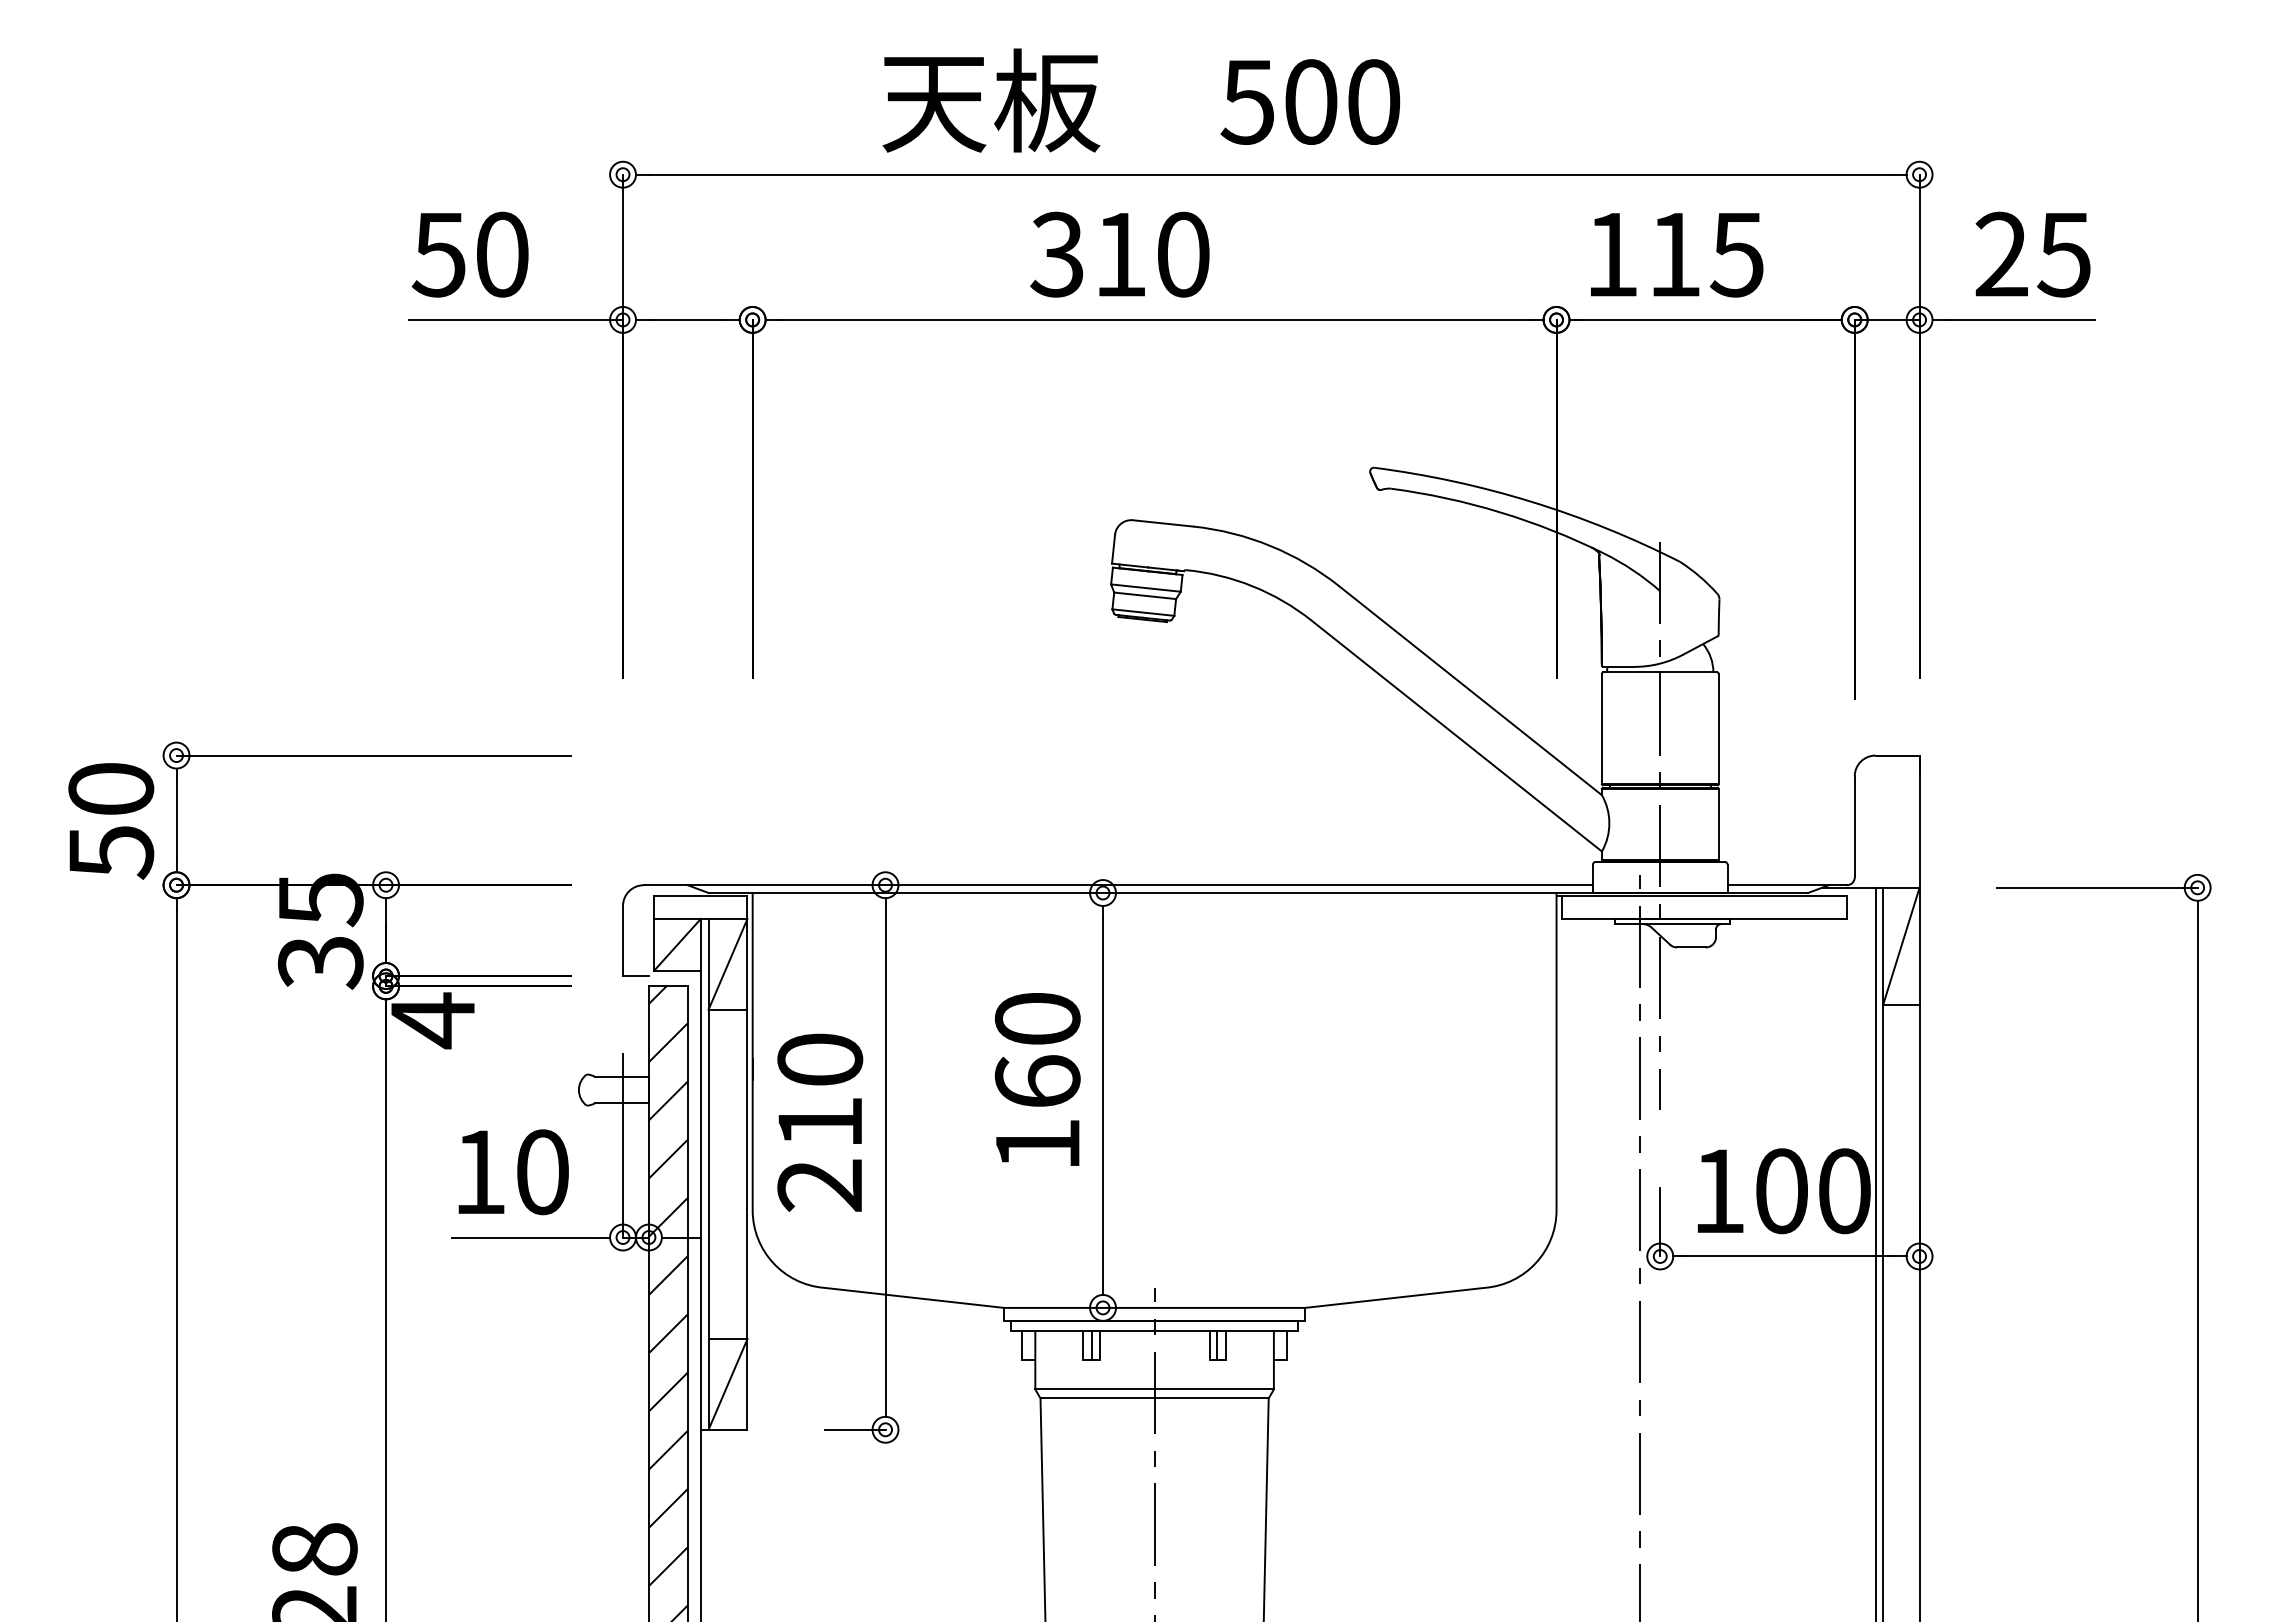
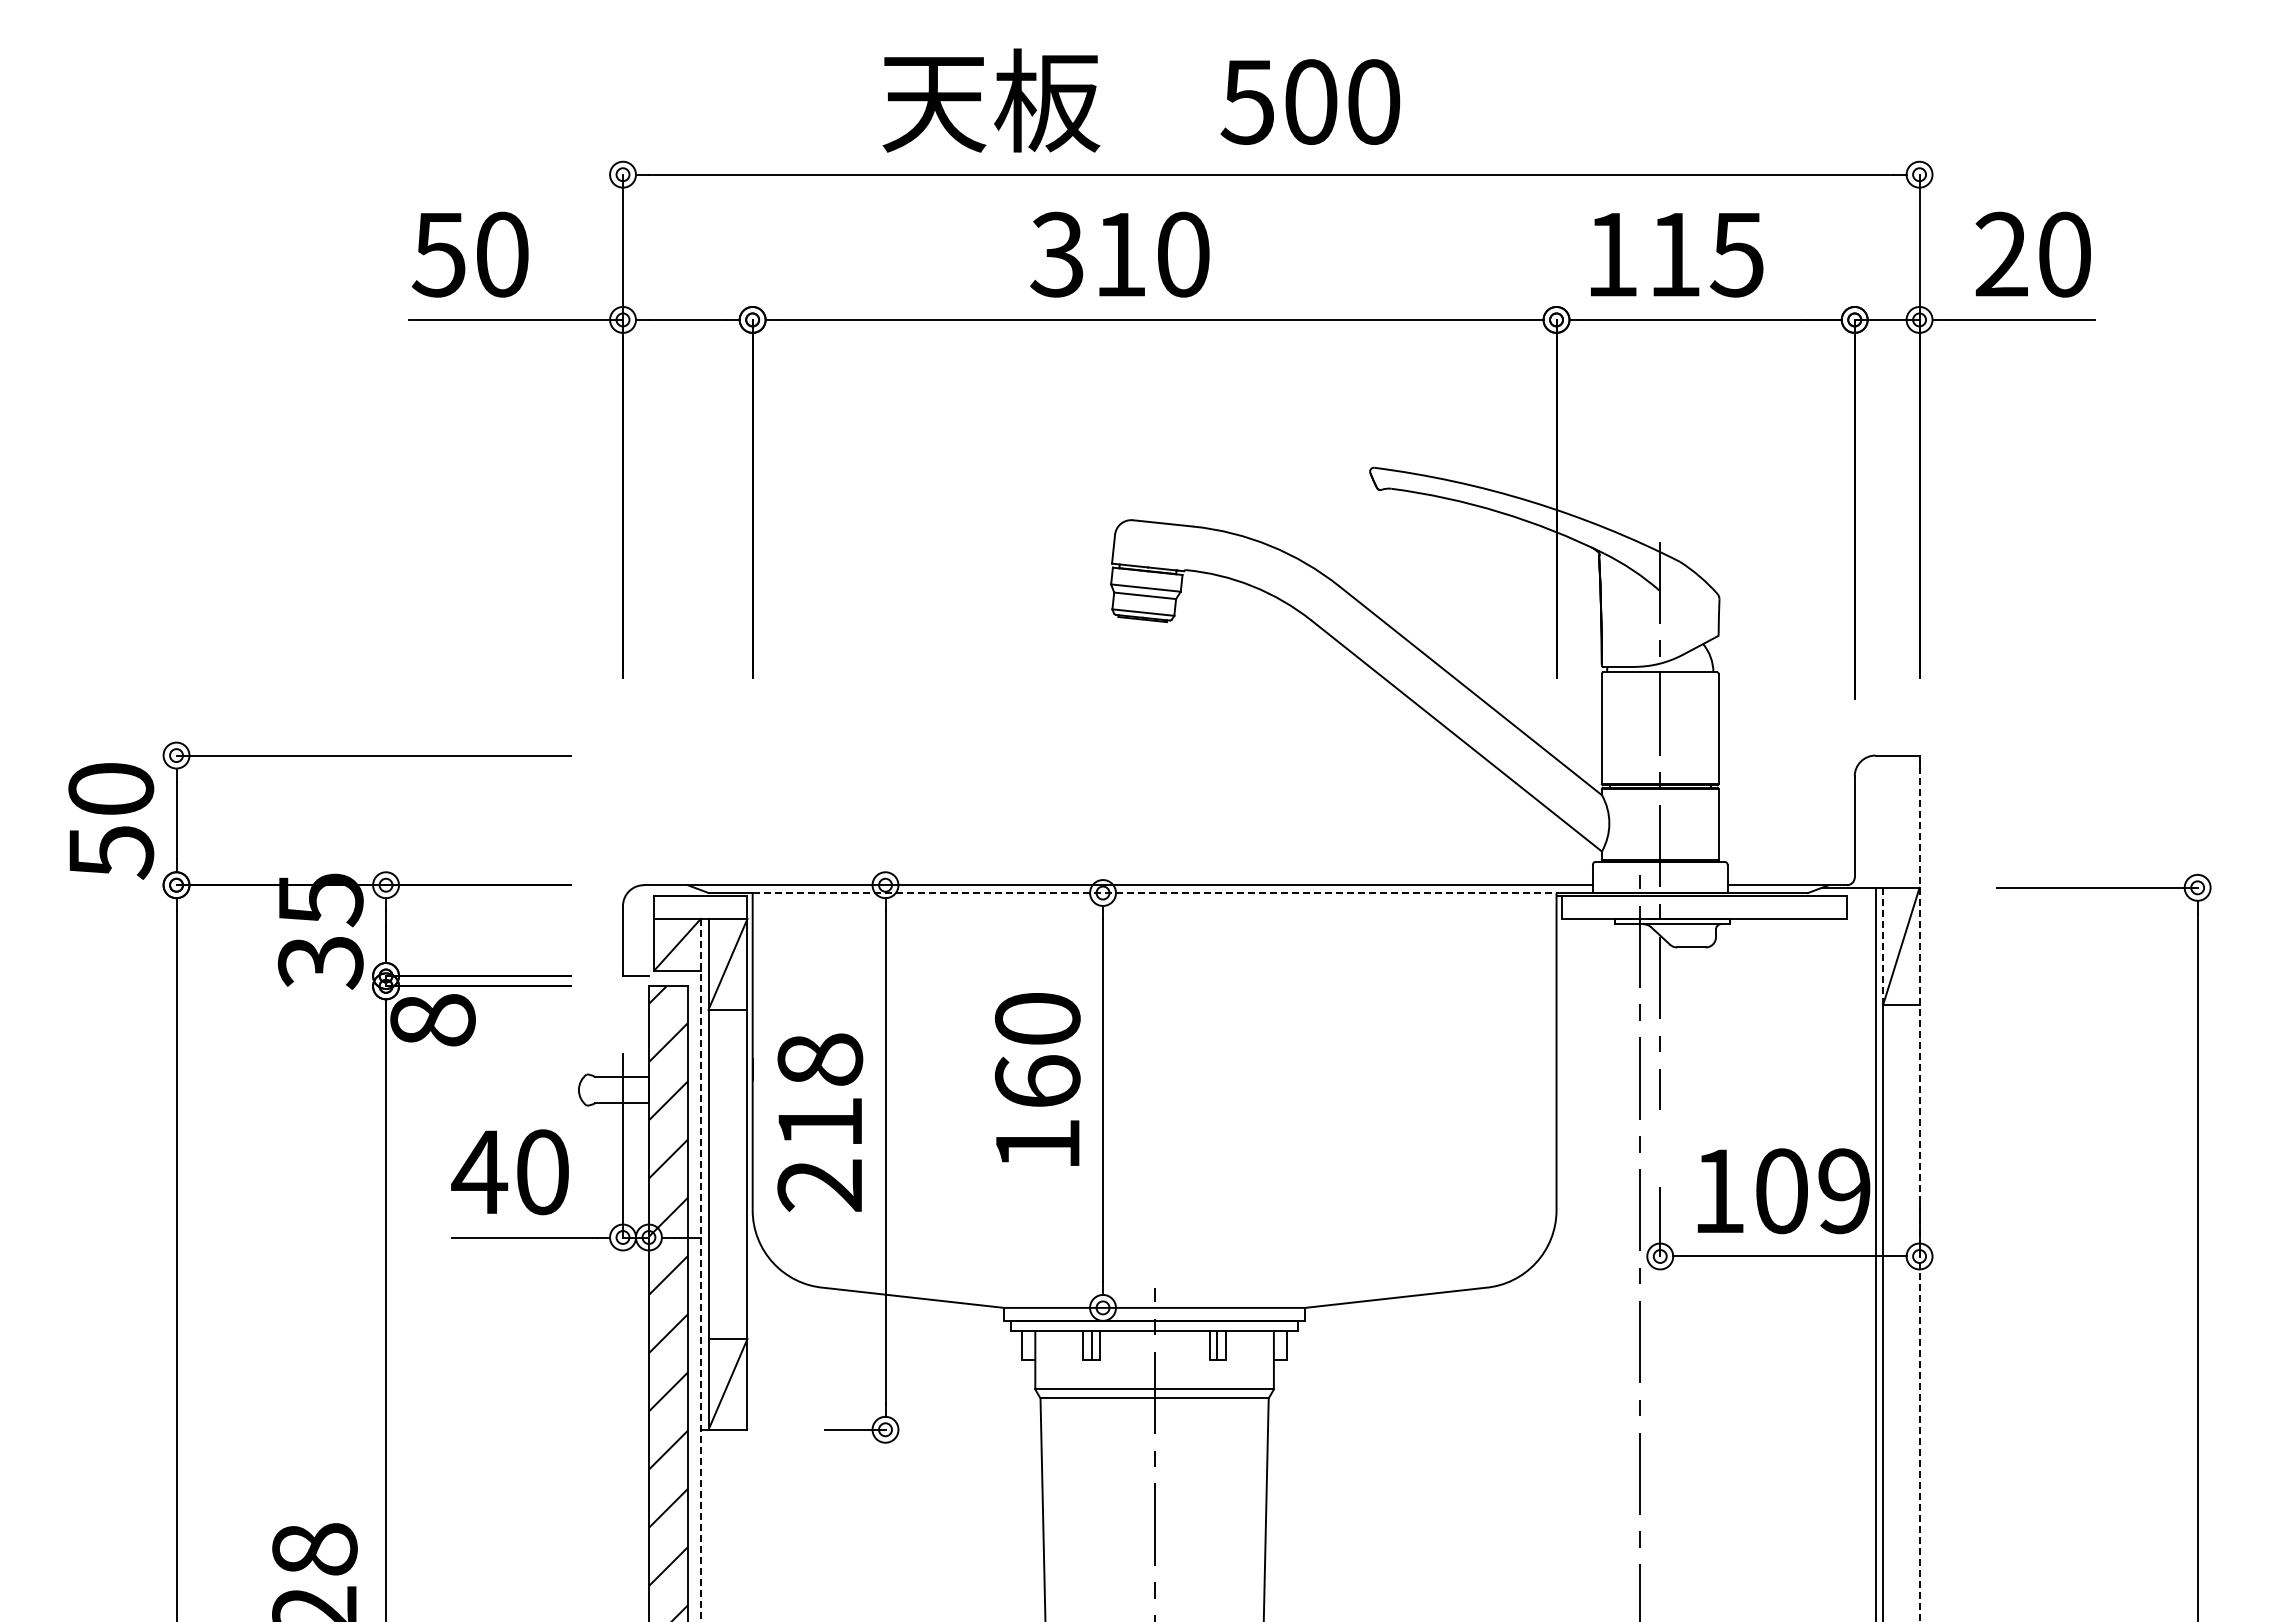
text at (2063, 254): 25 -> 20
line at (1154, 893): solid -> dashed
line at (1883, 946): solid -> dashed
text at (432, 1020): 4 -> 8
text at (819, 1059): 210 -> 218
text at (479, 1171): 10 -> 40
line at (1919, 1188): solid -> dashed
text at (1844, 1191): 100 -> 109
line at (700, 1270): solid -> dashed
